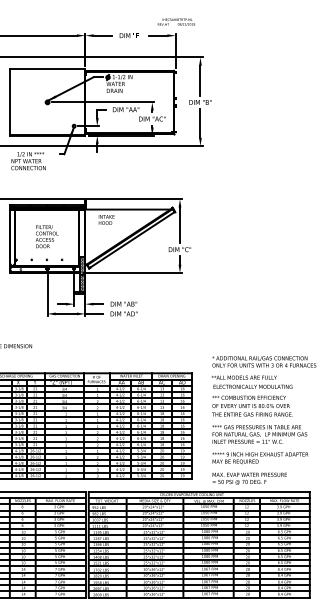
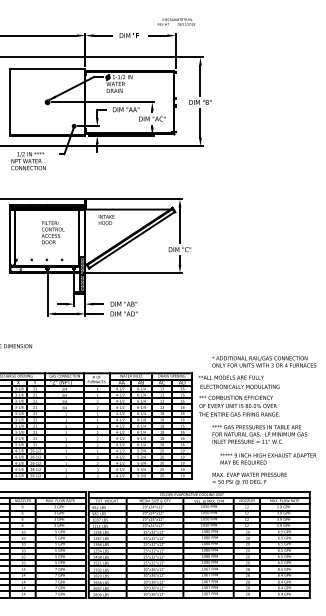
text at (46, 236) position: (46, 236) -> (52, 232)
text at (252, 395) position: (252, 395) -> (239, 395)
text at (260, 458) position: (260, 458) -> (268, 459)
